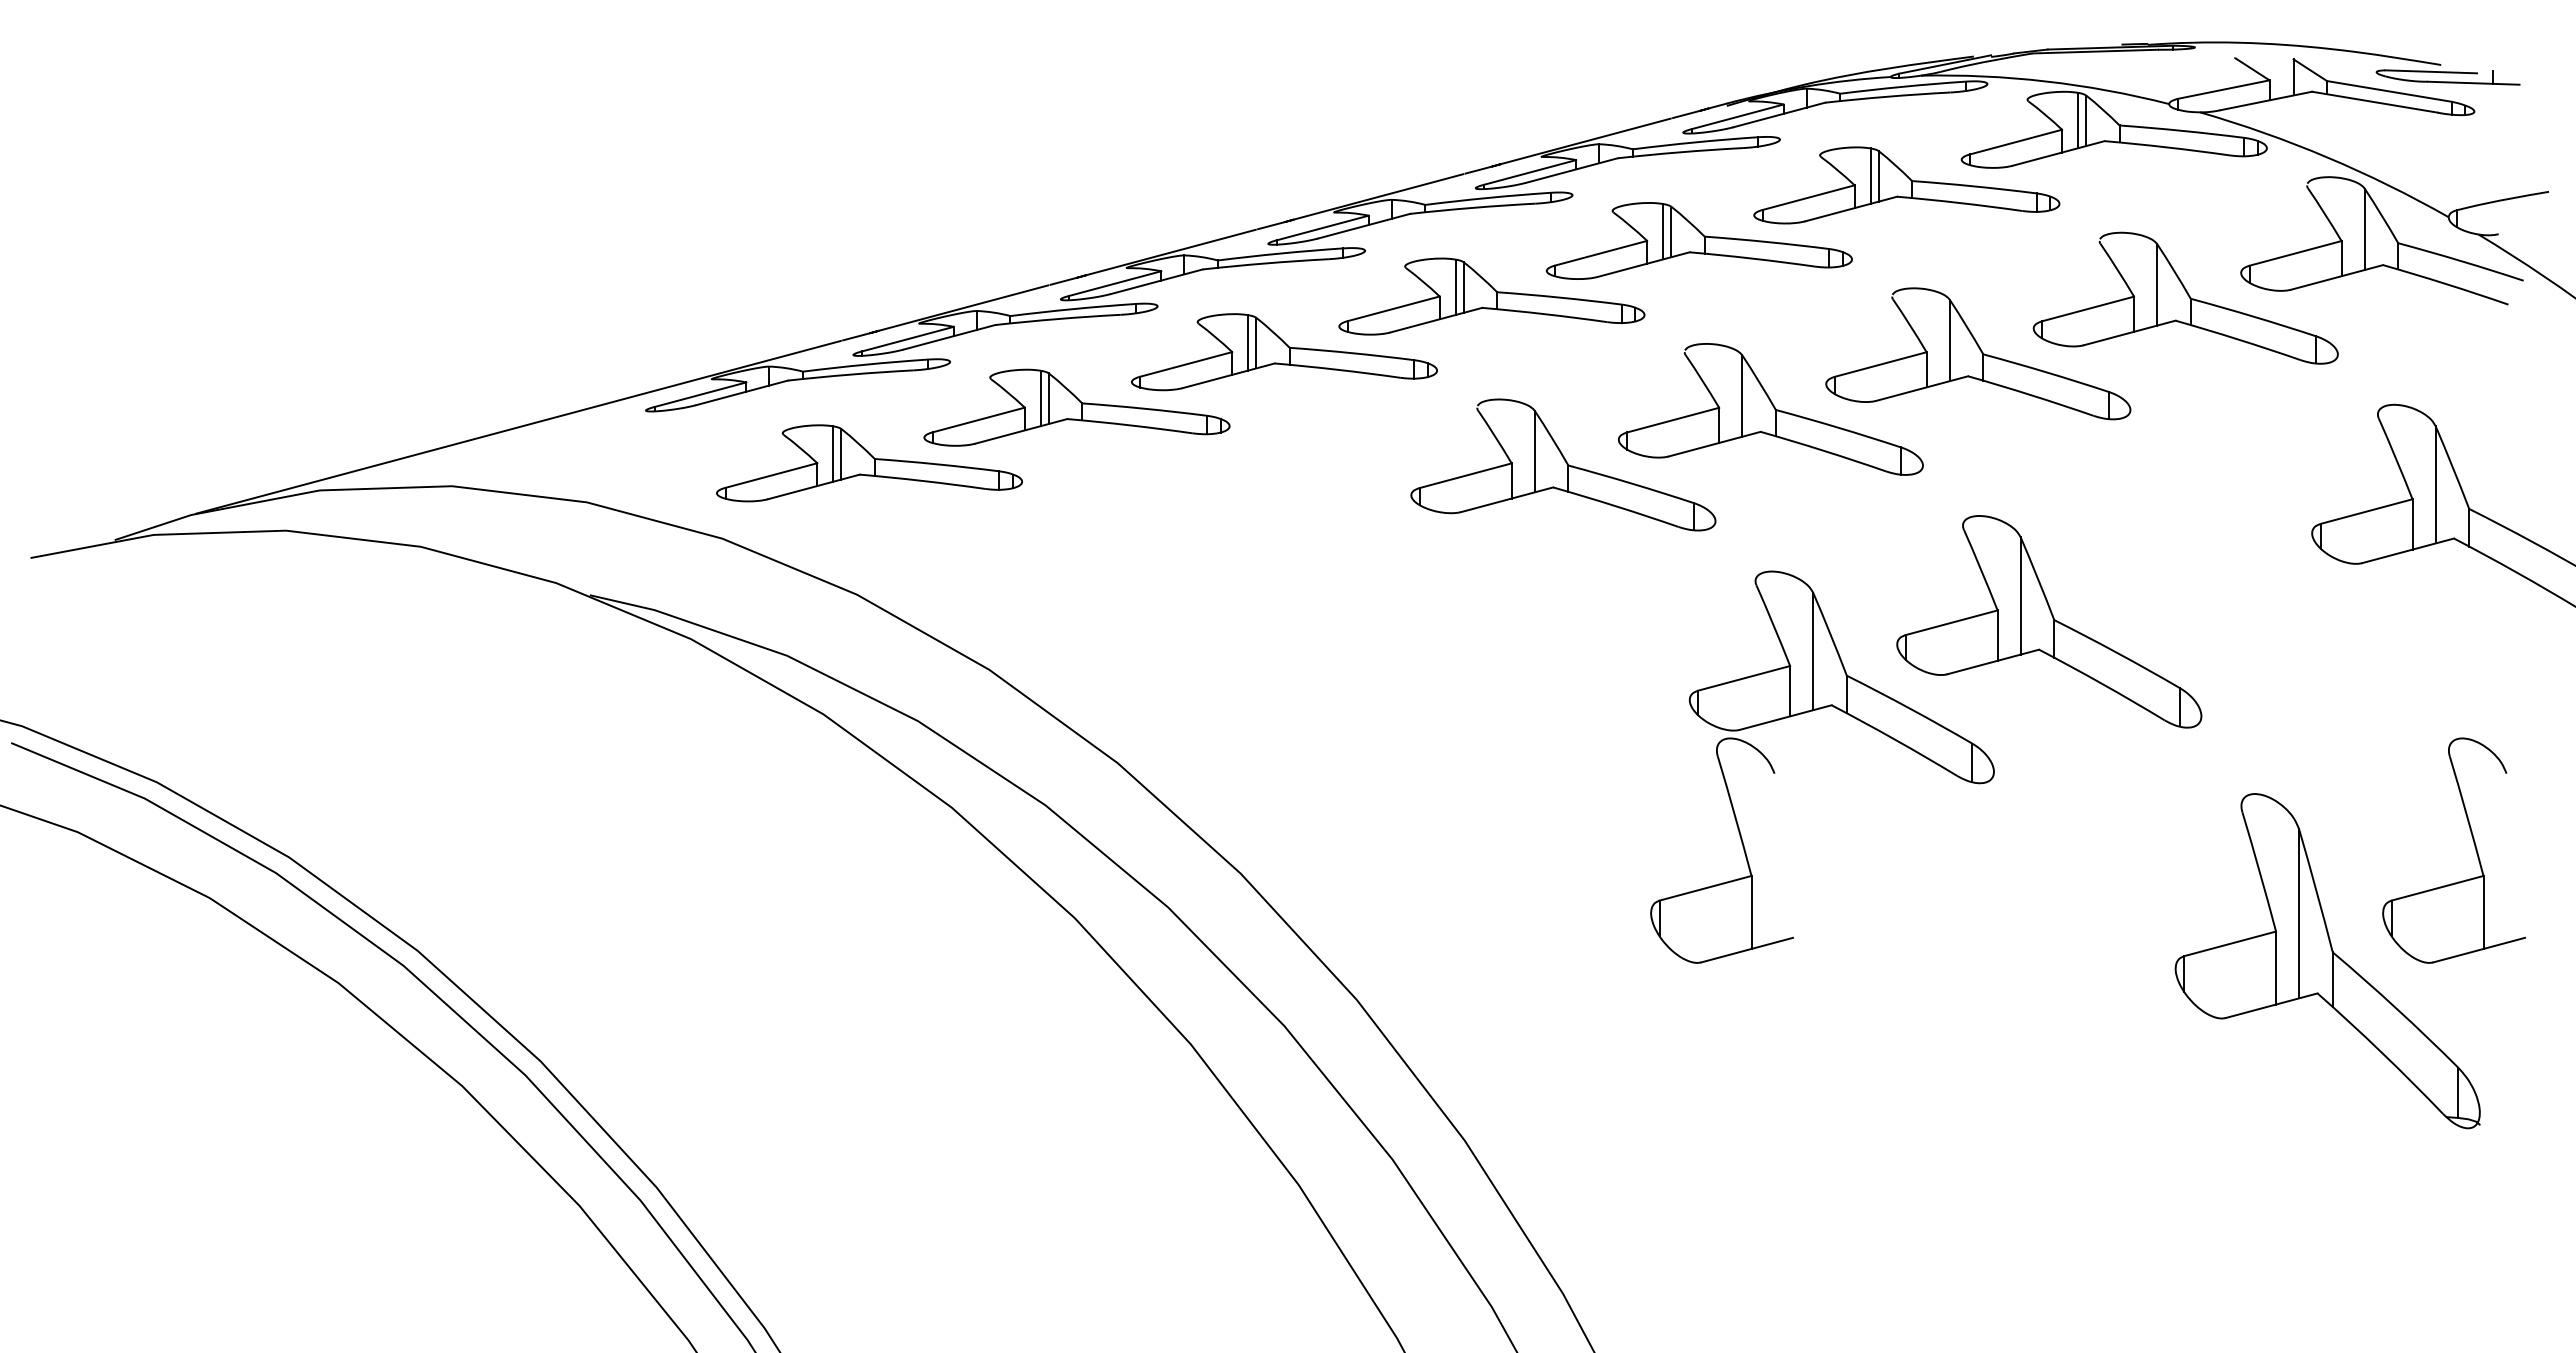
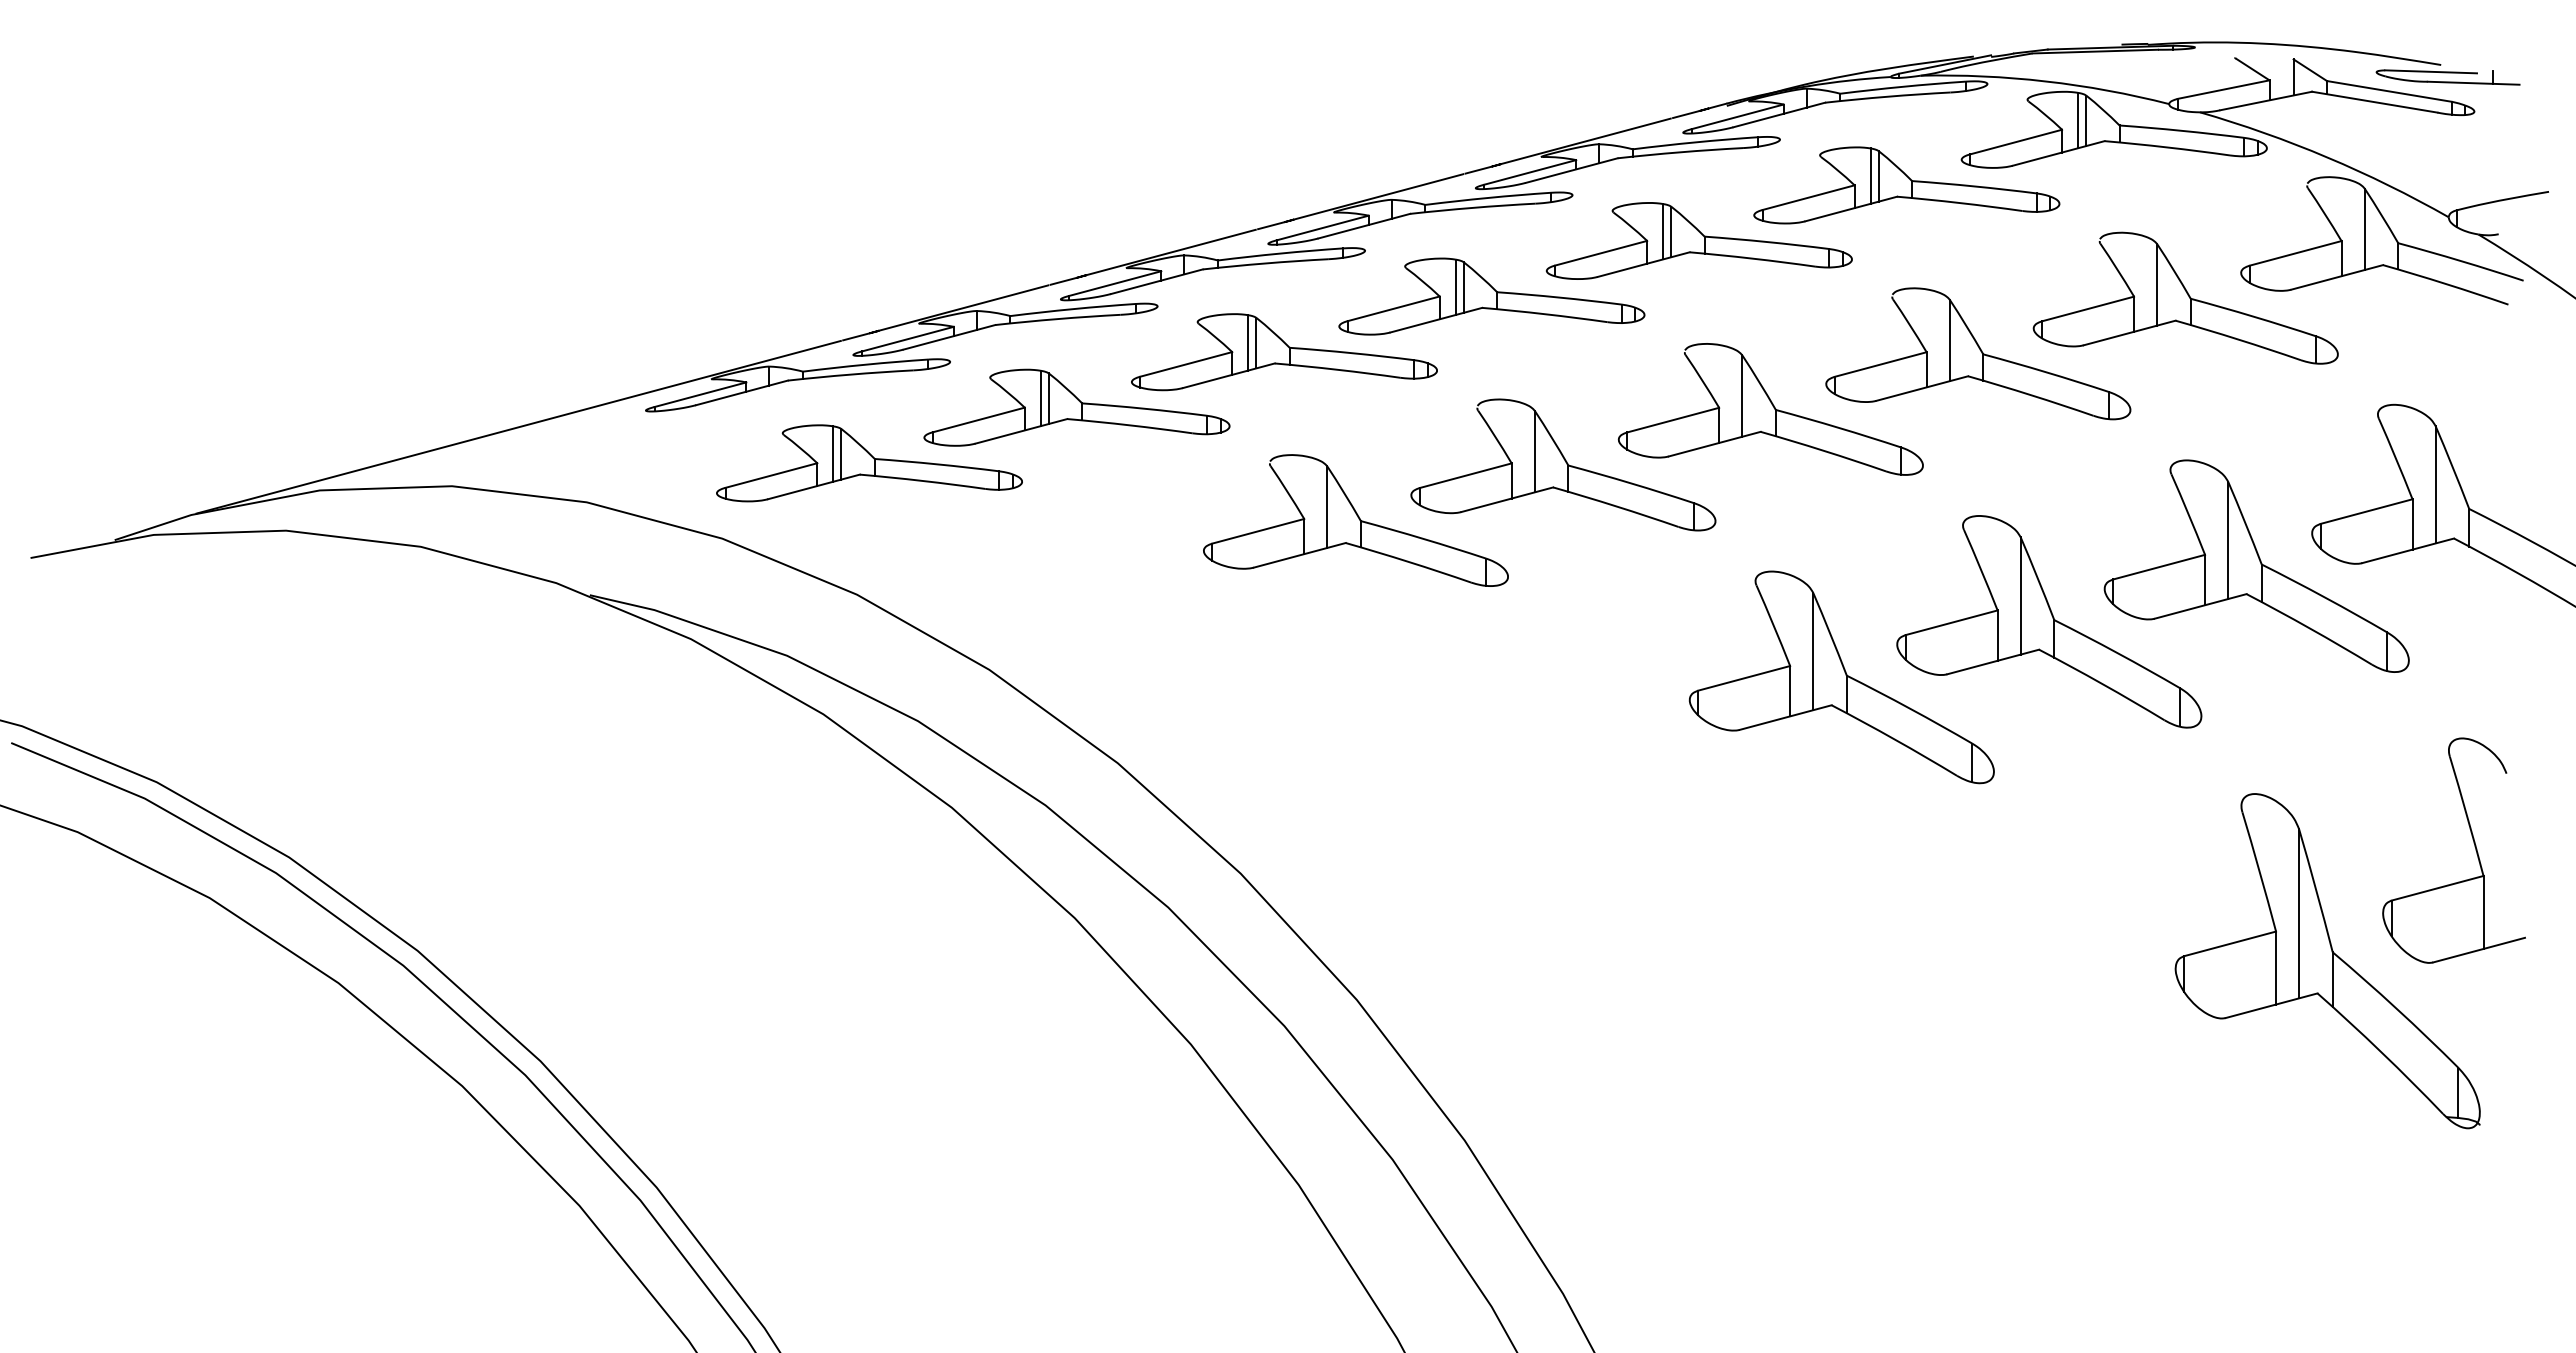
part at (1355, 520): none -> present
part at (2256, 565): none -> present
part at (1741, 843): present -> none
